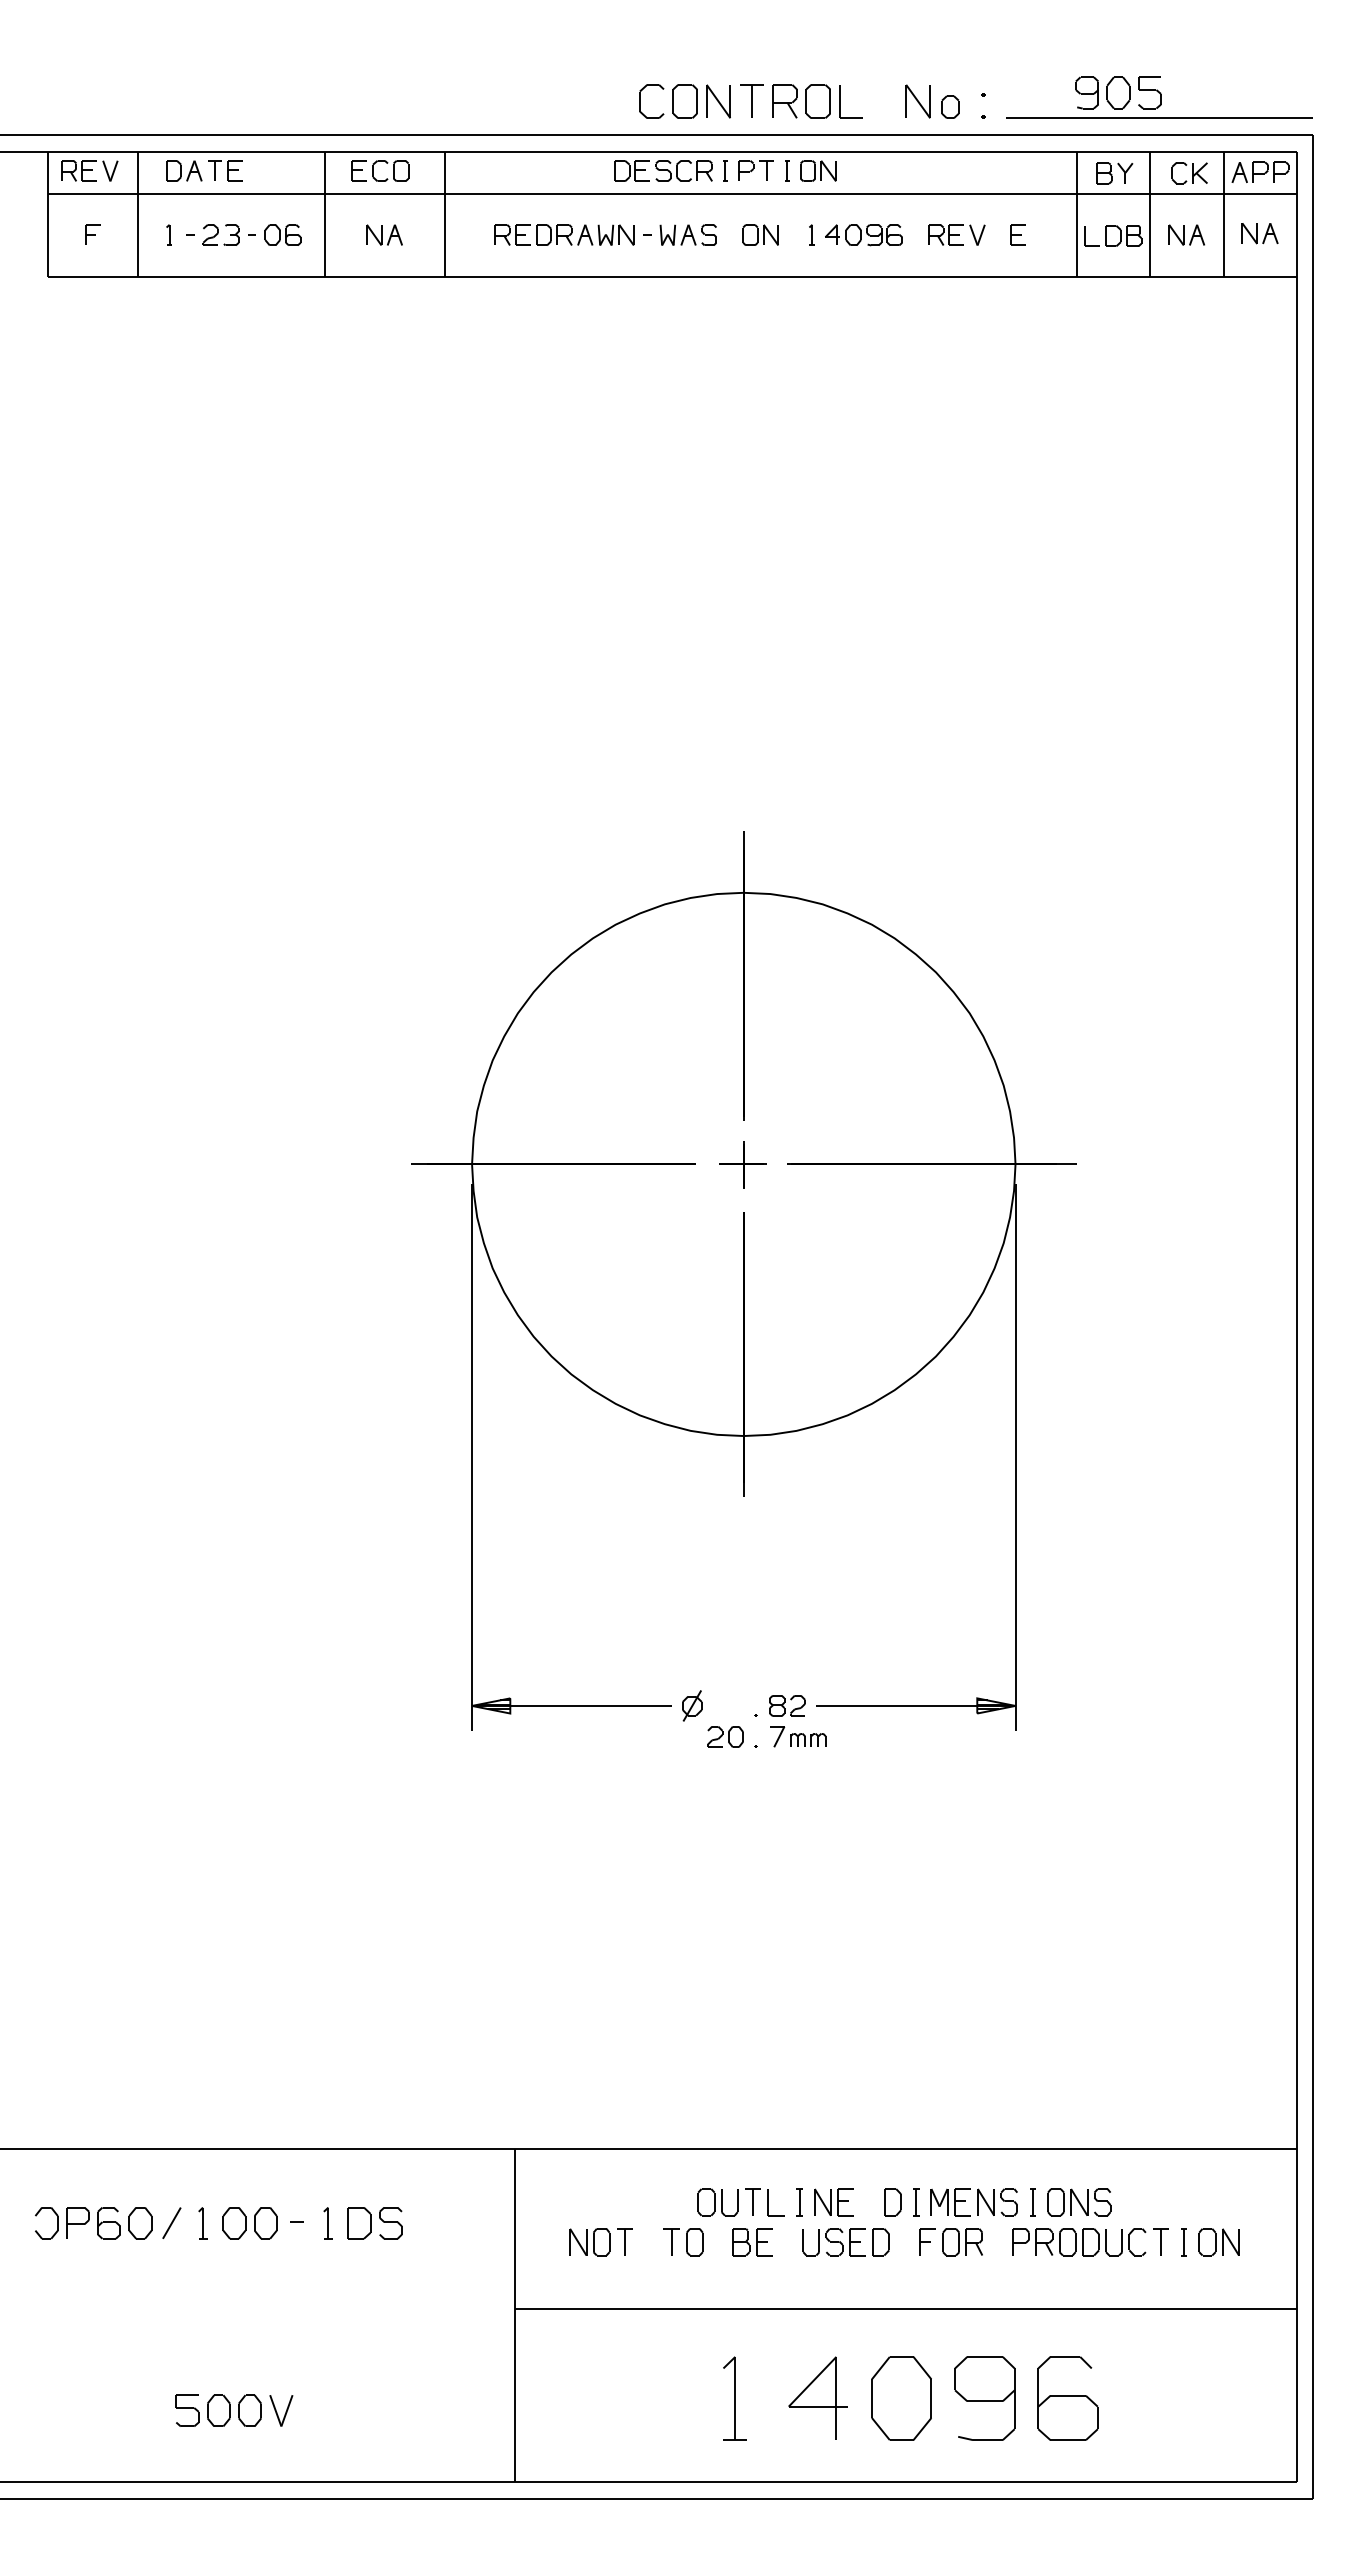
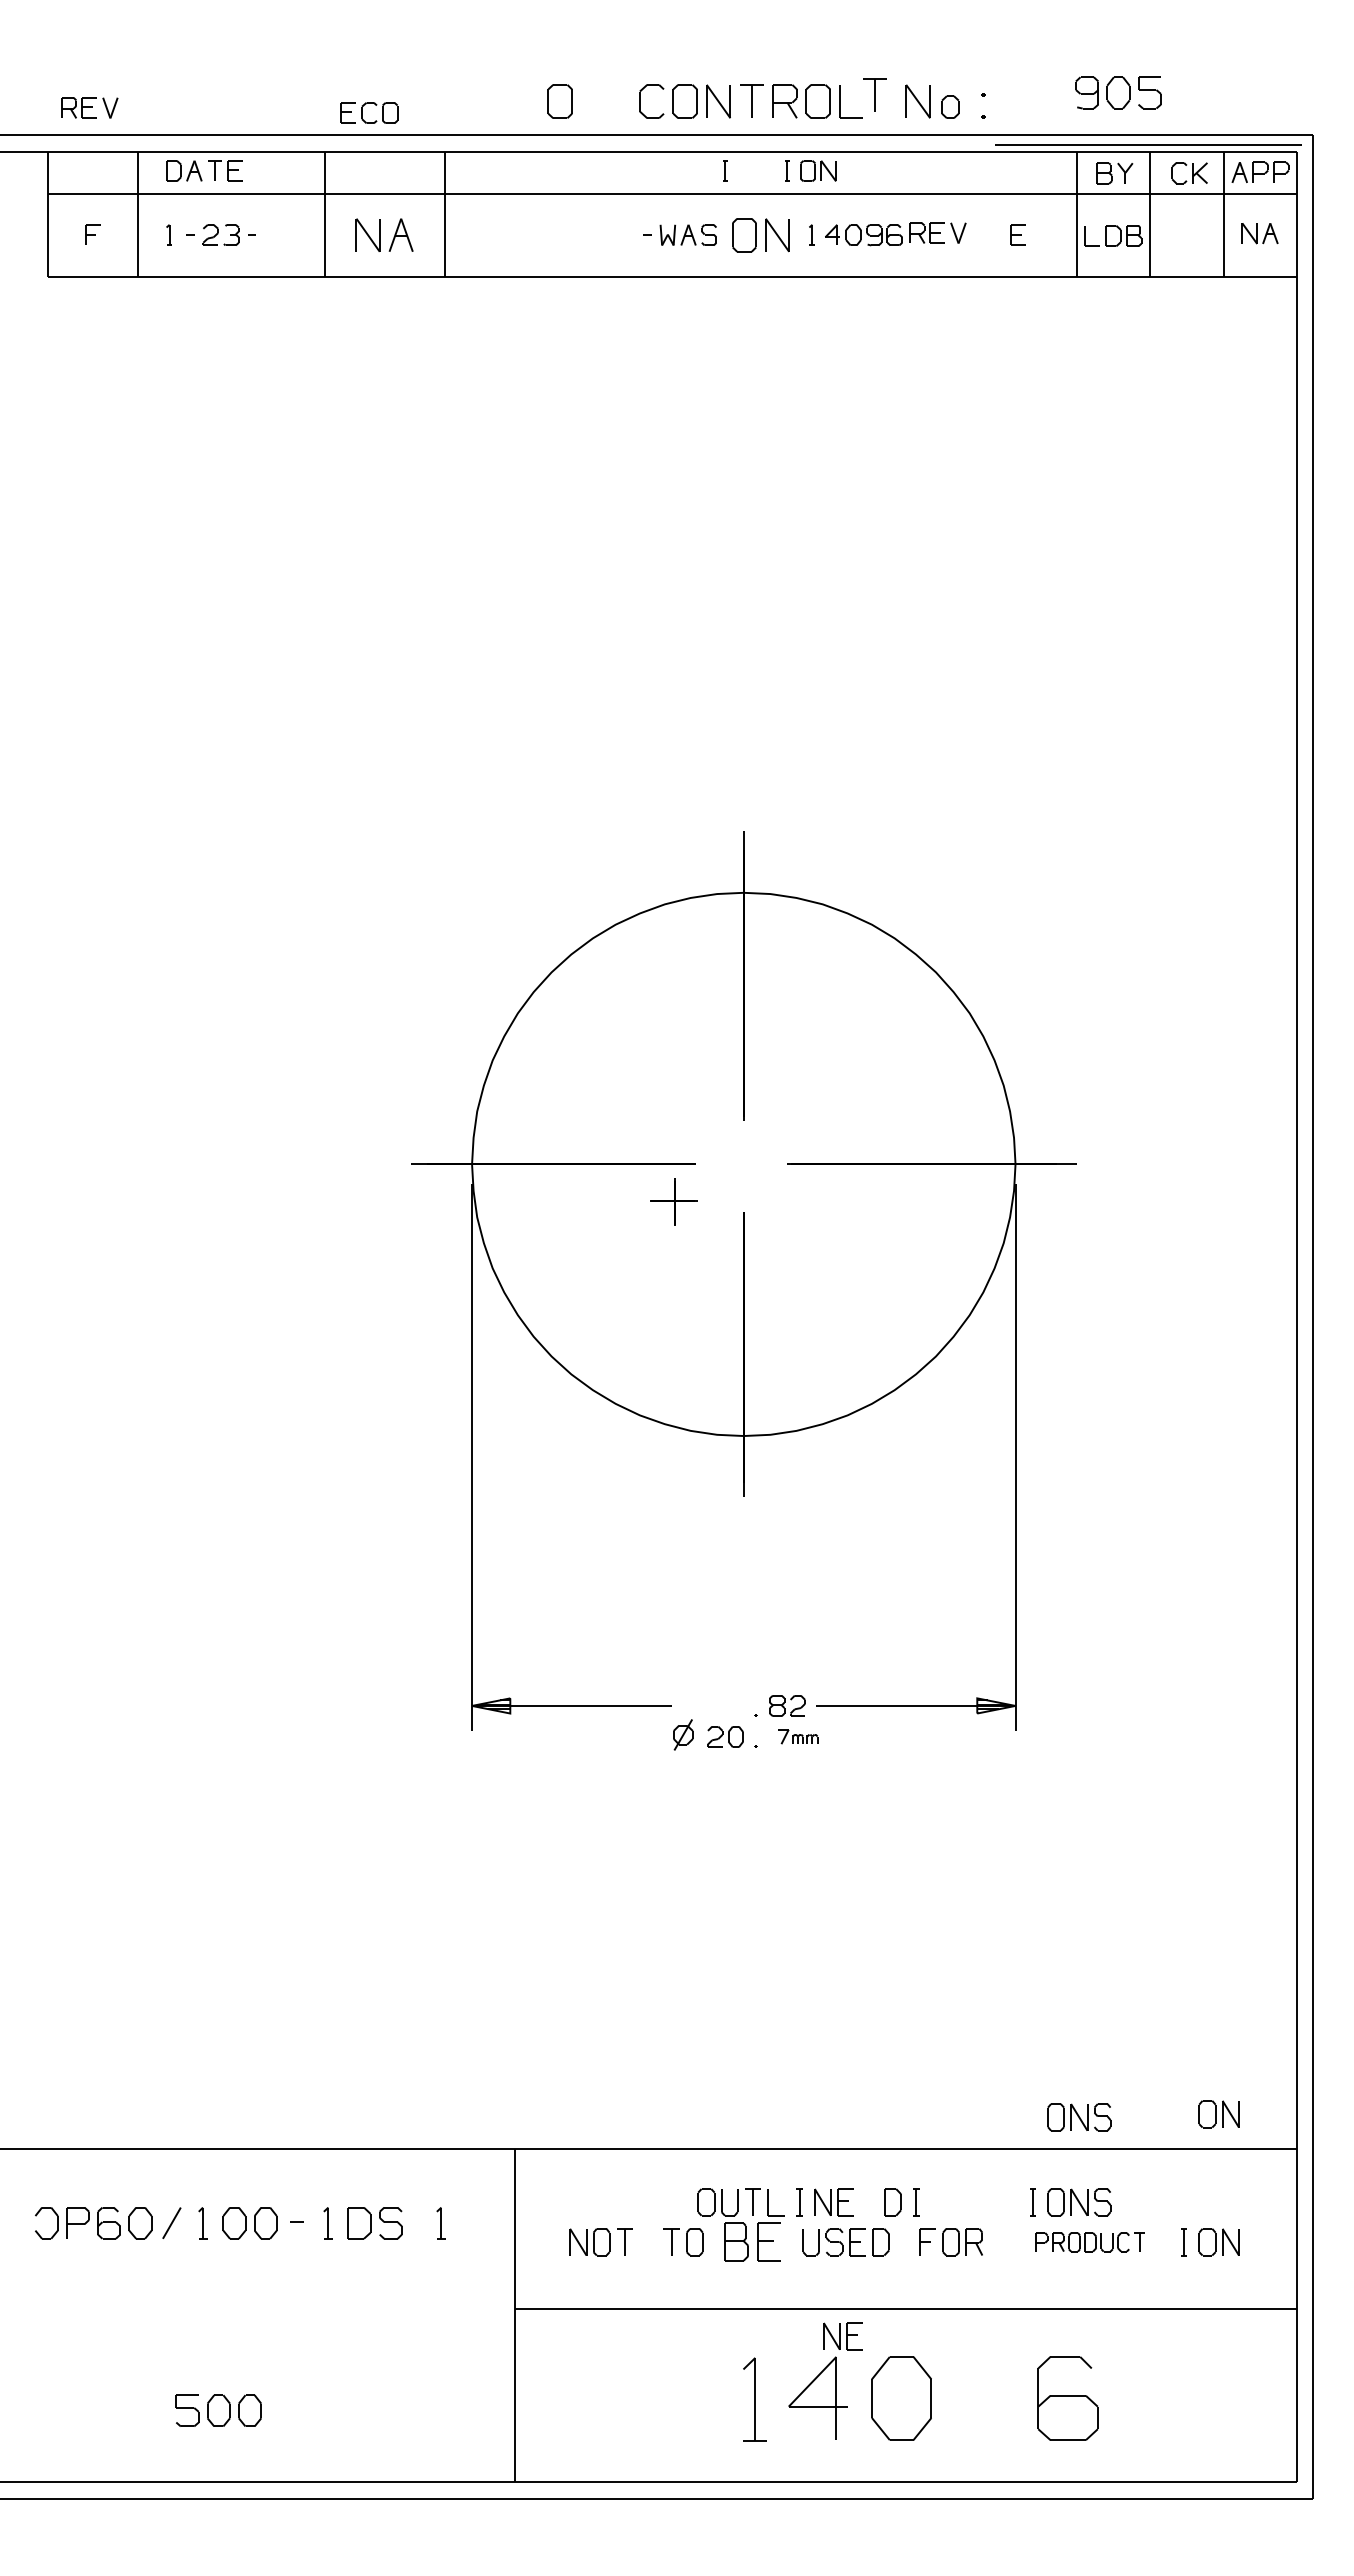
part at (874, 94): none -> present
part at (559, 101): none -> present
line at (1159, 117) position: (1159, 117) -> (1148, 144)
part at (89, 170) position: (89, 170) -> (89, 107)
part at (373, 170) position: (373, 170) -> (362, 112)
part at (663, 170): present -> none
part at (755, 170): present -> none
part at (282, 234): present -> none
part at (384, 234) size: 37x22 px -> 59x34 px
part at (564, 234): present -> none
part at (760, 234) size: 37x22 px -> 58x35 px
part at (956, 234) position: (956, 234) -> (937, 232)
part at (1186, 234): present -> none
part at (742, 1164) position: (742, 1164) -> (673, 1201)
part at (692, 1705) position: (692, 1705) -> (683, 1734)
part at (798, 1736) size: 57x22 px -> 41x16 px
part at (1218, 2114): none -> present
part at (1079, 2117): none -> present
part at (973, 2202): present -> none
part at (440, 2223): none -> present
part at (752, 2242) size: 41x29 px -> 57x40 px
part at (1090, 2242) size: 157x29 px -> 110x21 px
part at (842, 2336): none -> present
part at (734, 2398) position: (734, 2398) -> (754, 2399)
part at (984, 2398): present -> none
part at (281, 2410): present -> none
